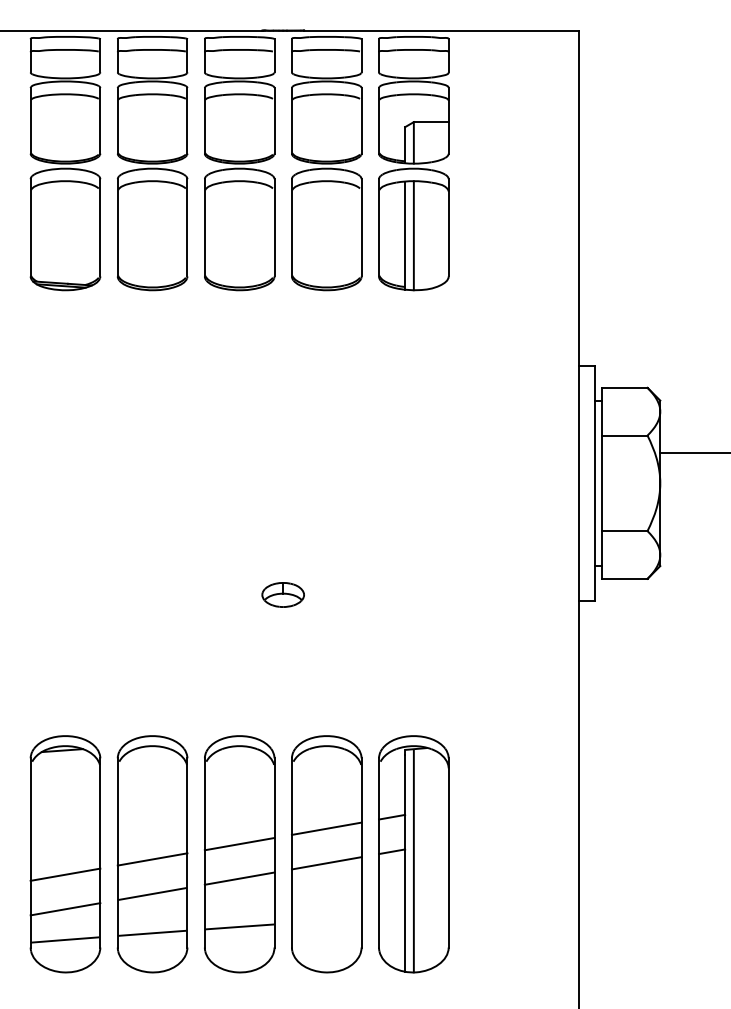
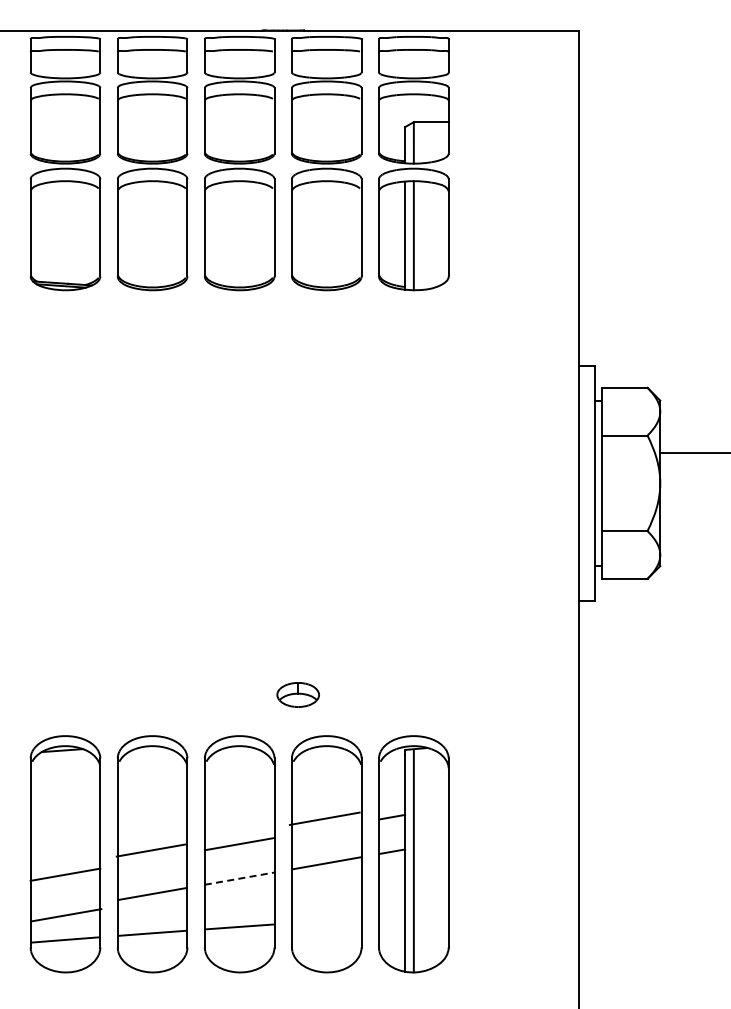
part at (282, 594) position: (282, 594) -> (297, 694)
line at (326, 828) position: (326, 828) -> (324, 818)
line at (152, 859) position: (152, 859) -> (151, 850)
line at (240, 878): solid -> dashed
line at (65, 909) position: (65, 909) -> (66, 915)
